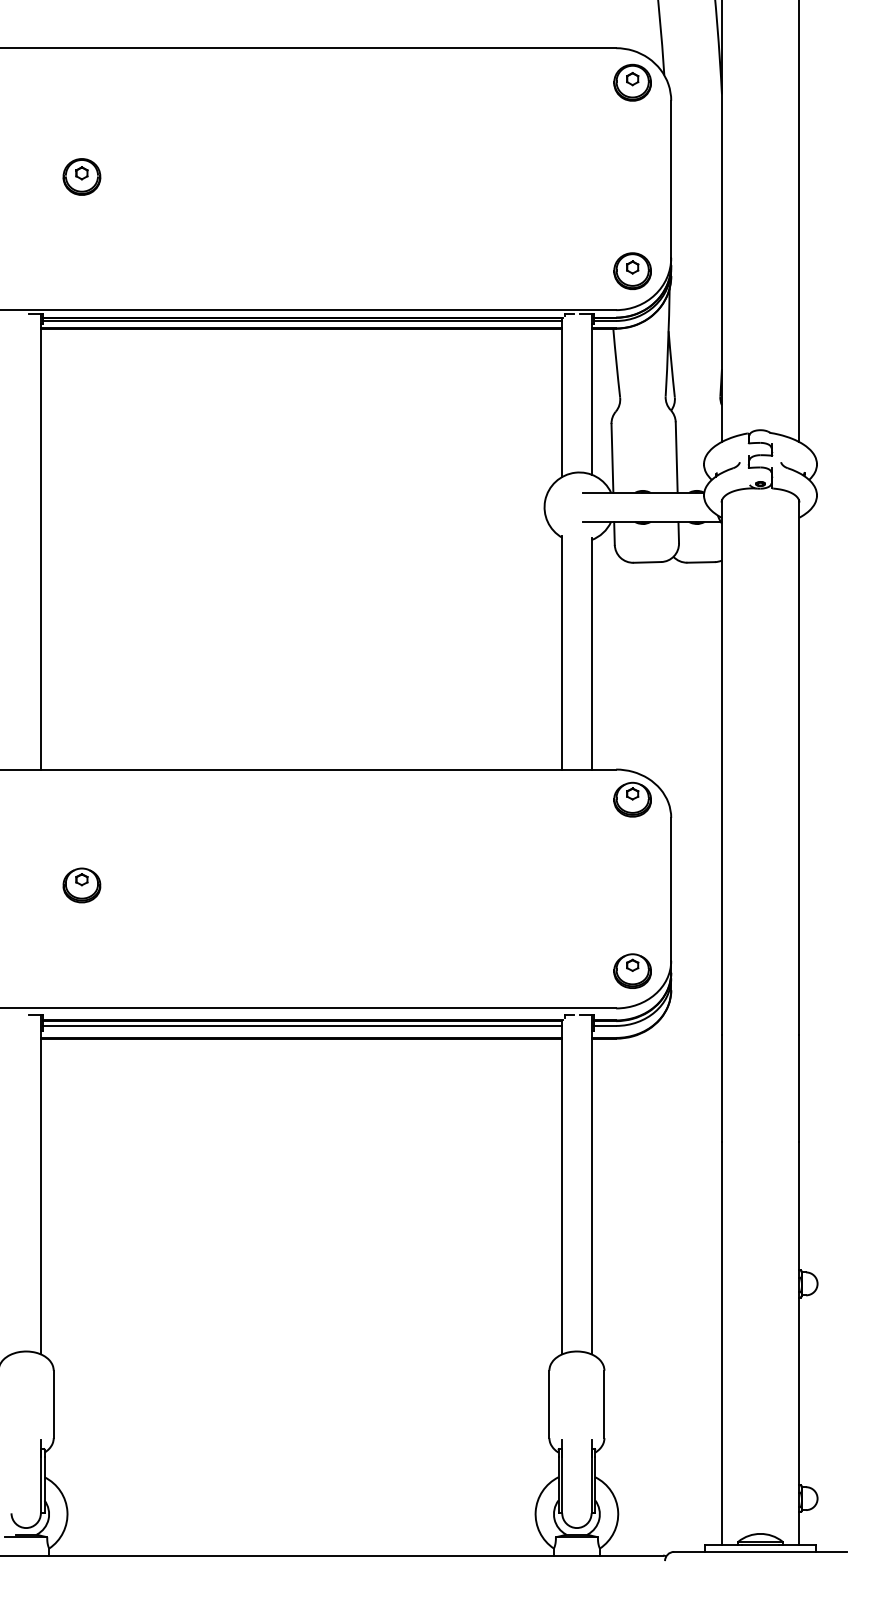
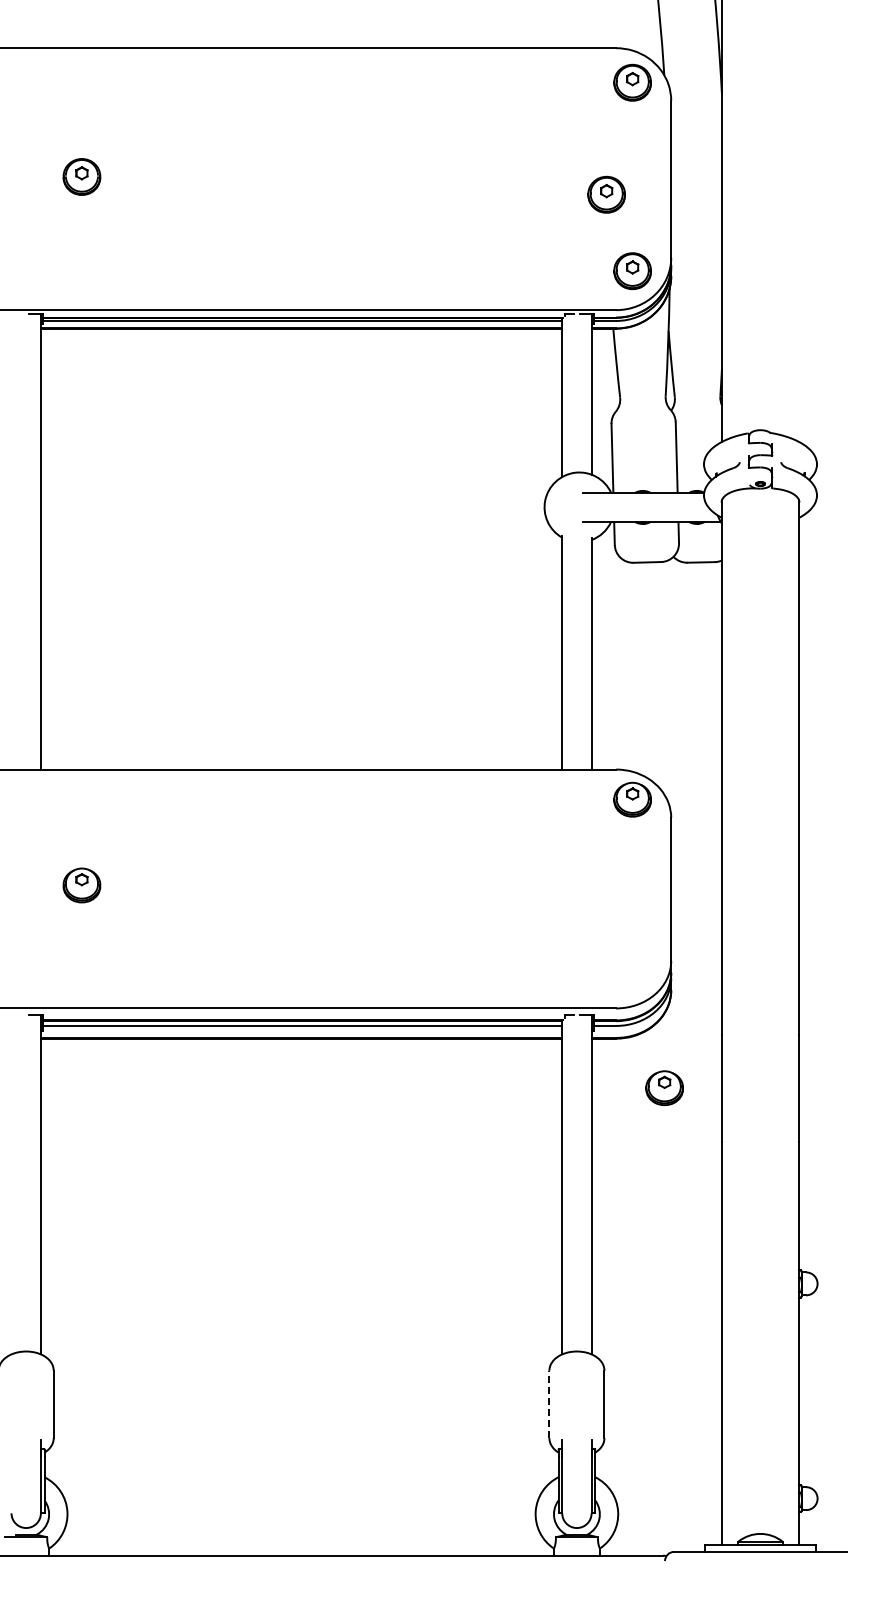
part at (606, 194): none -> present
line at (799, 221): present -> none
part at (632, 970) position: (632, 970) -> (664, 1087)
line at (549, 1404): solid -> dashed
